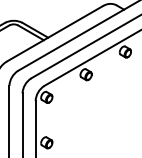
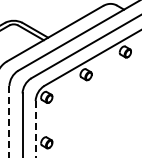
line at (9, 121): solid -> dashed
line at (35, 130): solid -> dashed
